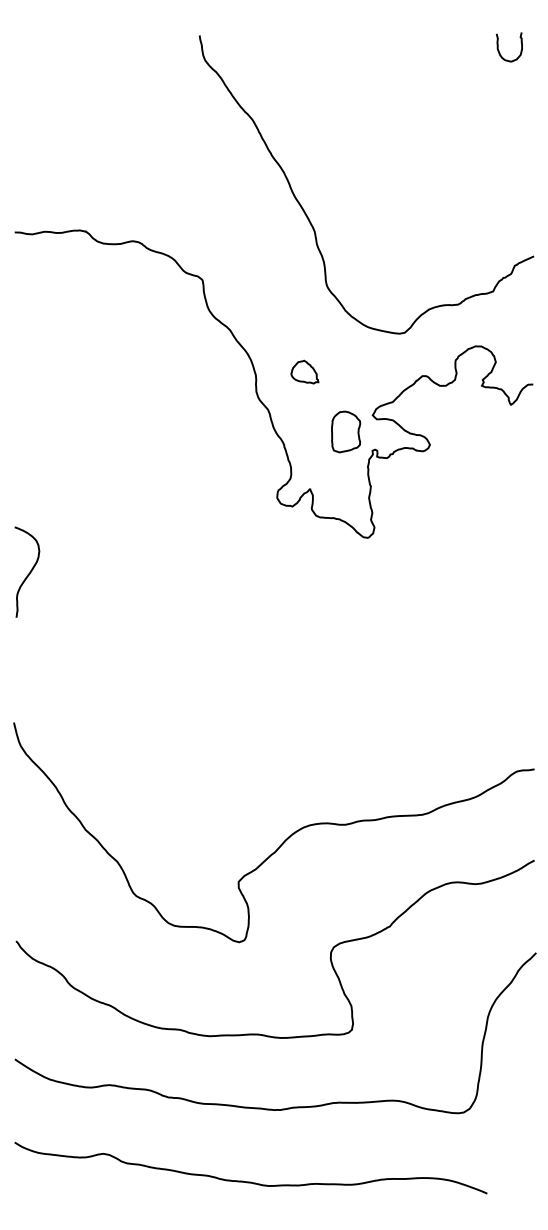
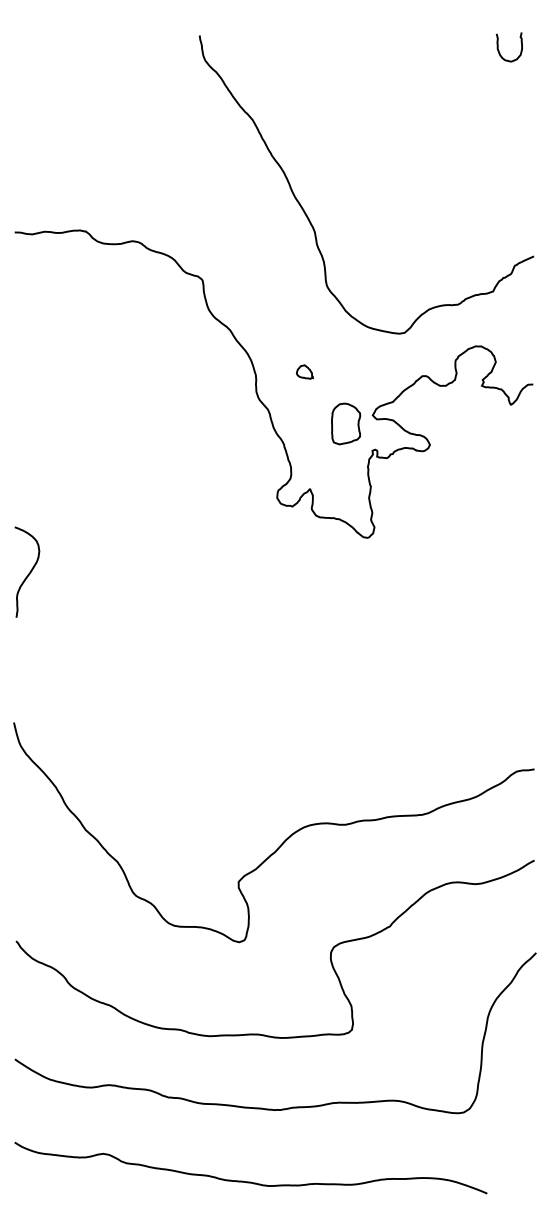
part at (304, 371) size: 30x26 px -> 18x16 px
part at (346, 431) position: (346, 431) -> (346, 423)
